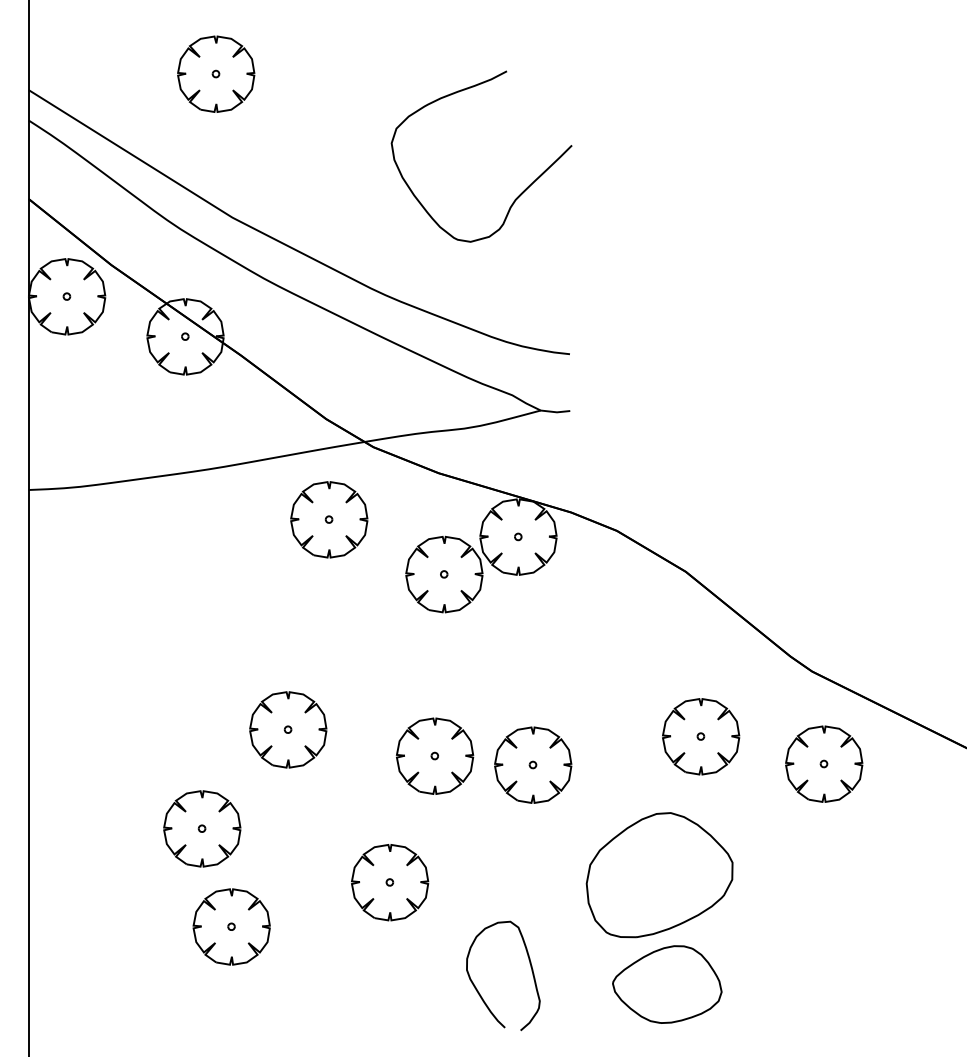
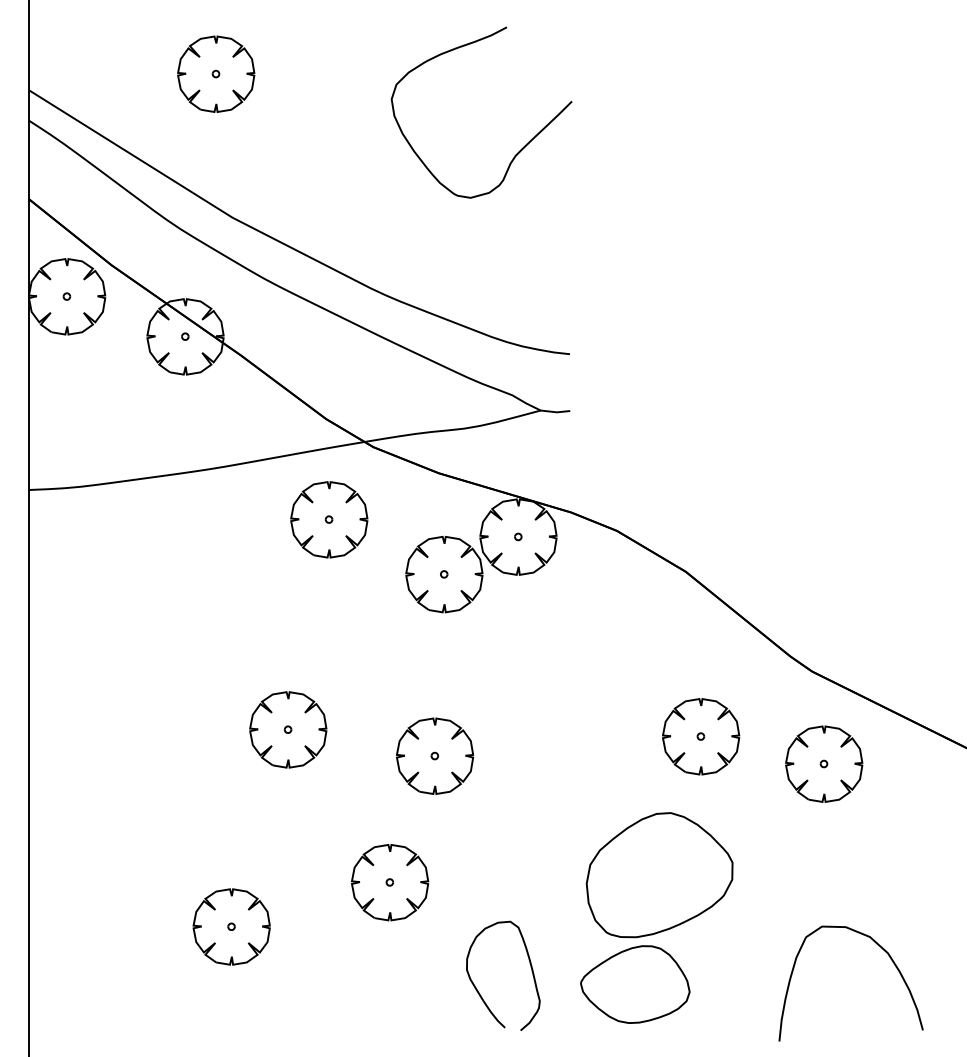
curve at (519, 194) position: (519, 194) -> (519, 150)
part at (533, 764): present -> none
part at (202, 828): present -> none
curve at (877, 945): none -> present
part at (667, 984) position: (667, 984) -> (635, 984)
